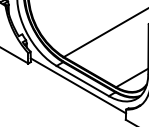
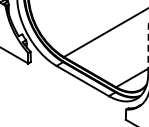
line at (148, 49): solid -> dashed
line at (78, 85): present -> none
